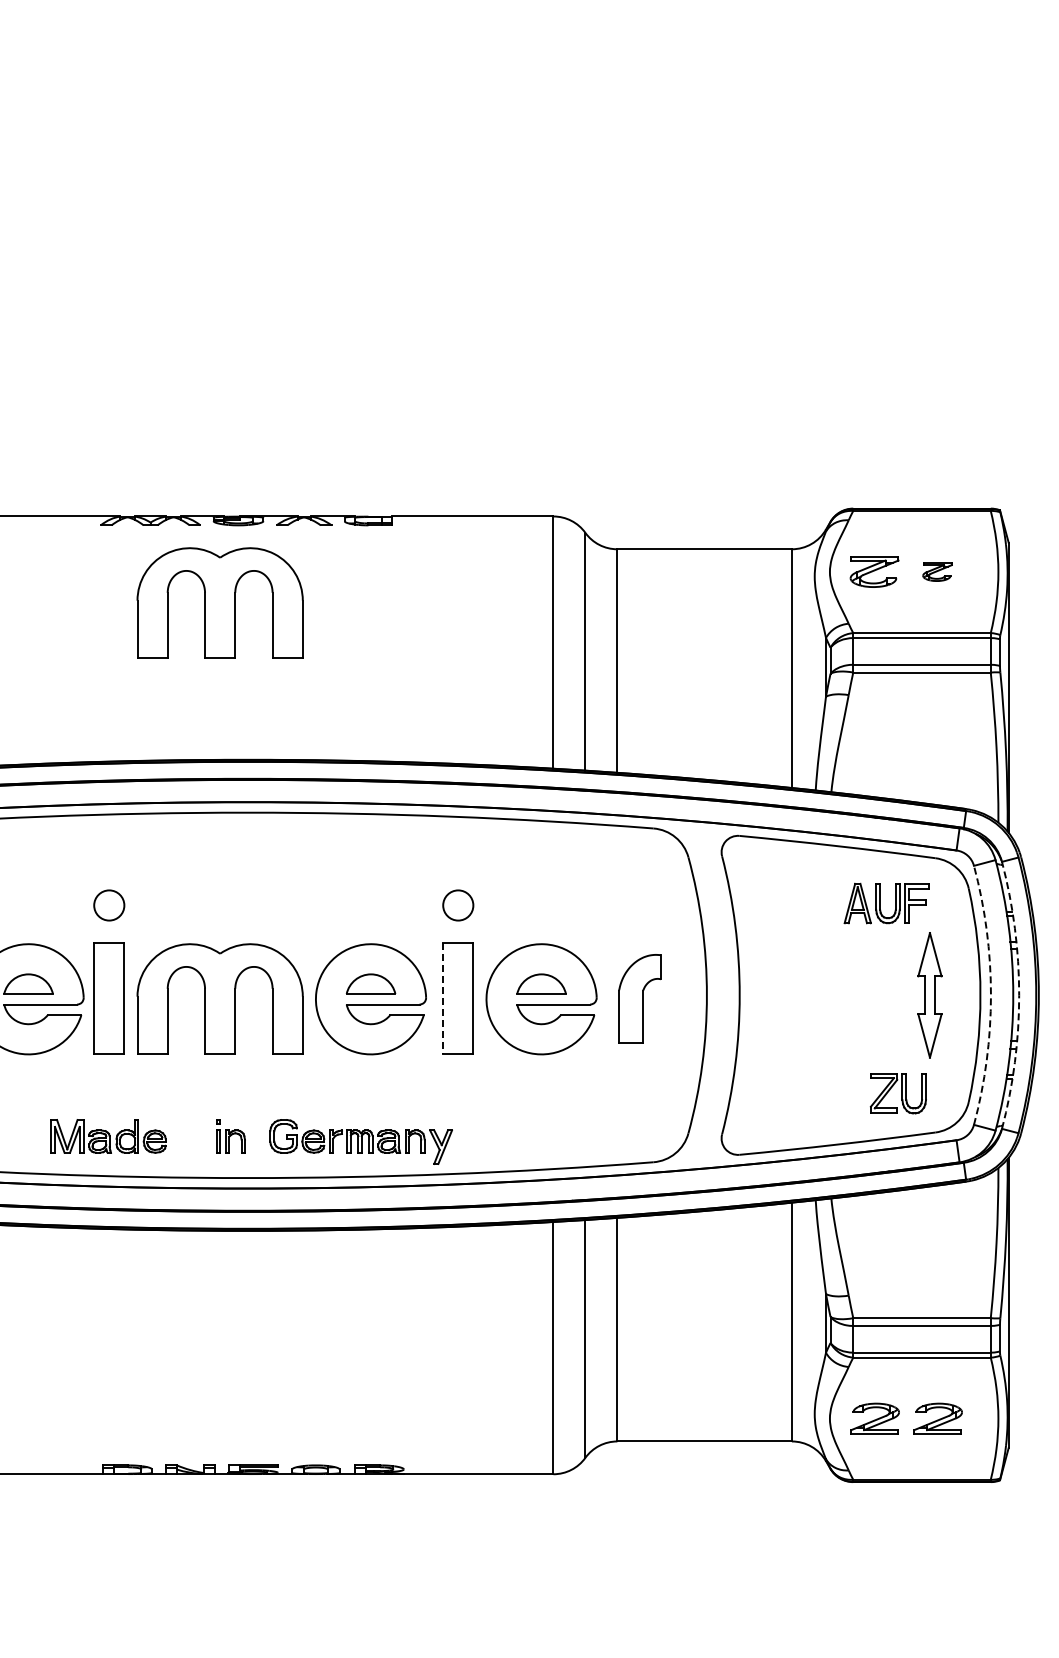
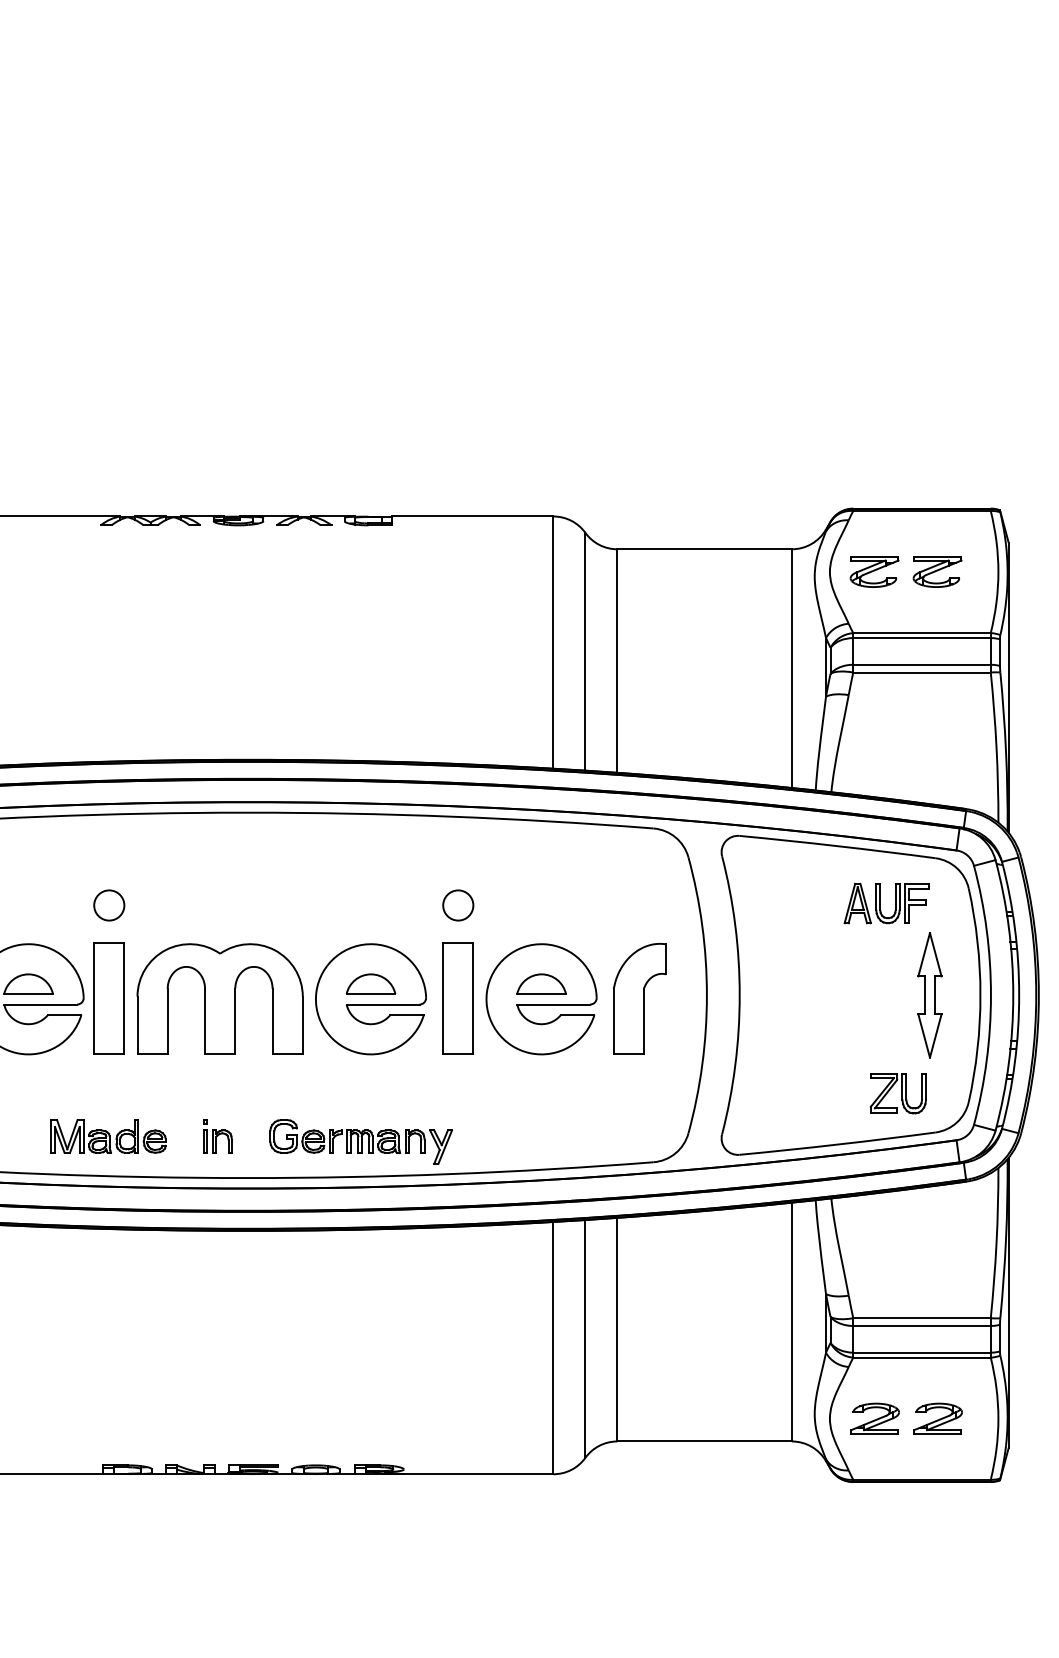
part at (937, 571) size: 31x20 px -> 51x32 px
part at (219, 602): present -> none
arc at (990, 995): dashed -> solid
arc at (1019, 995): dashed -> solid
line at (443, 998): dashed -> solid
part at (639, 998) size: 44x90 px -> 54x112 px
part at (230, 1136) position: (230, 1136) -> (217, 1136)
